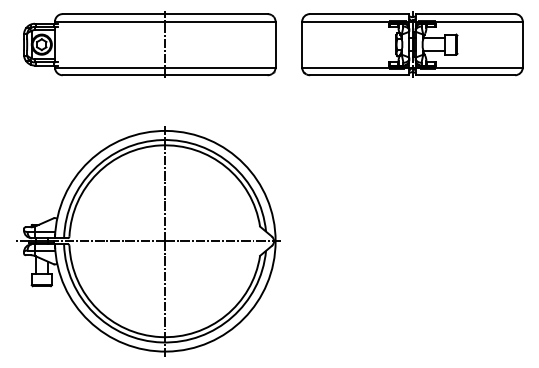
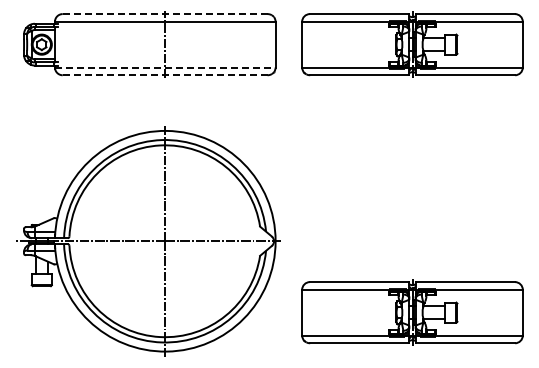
line at (164, 14): solid -> dashed
line at (165, 67): solid -> dashed
line at (164, 75): solid -> dashed
part at (412, 312): none -> present
